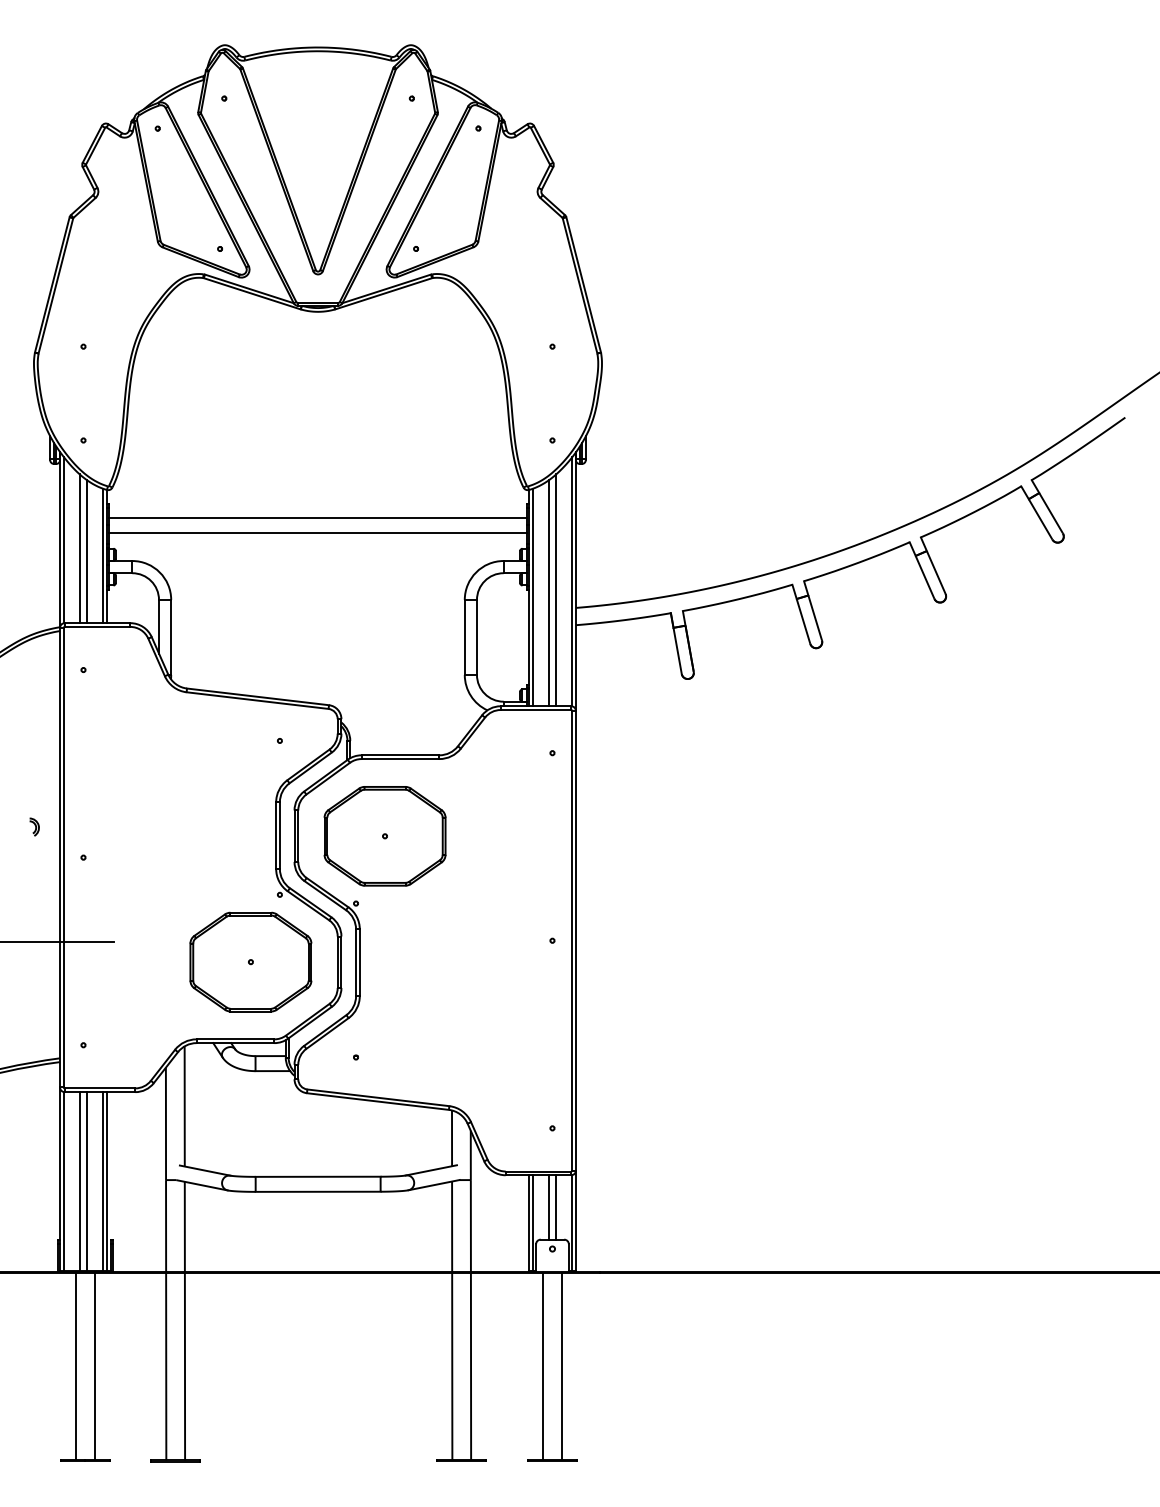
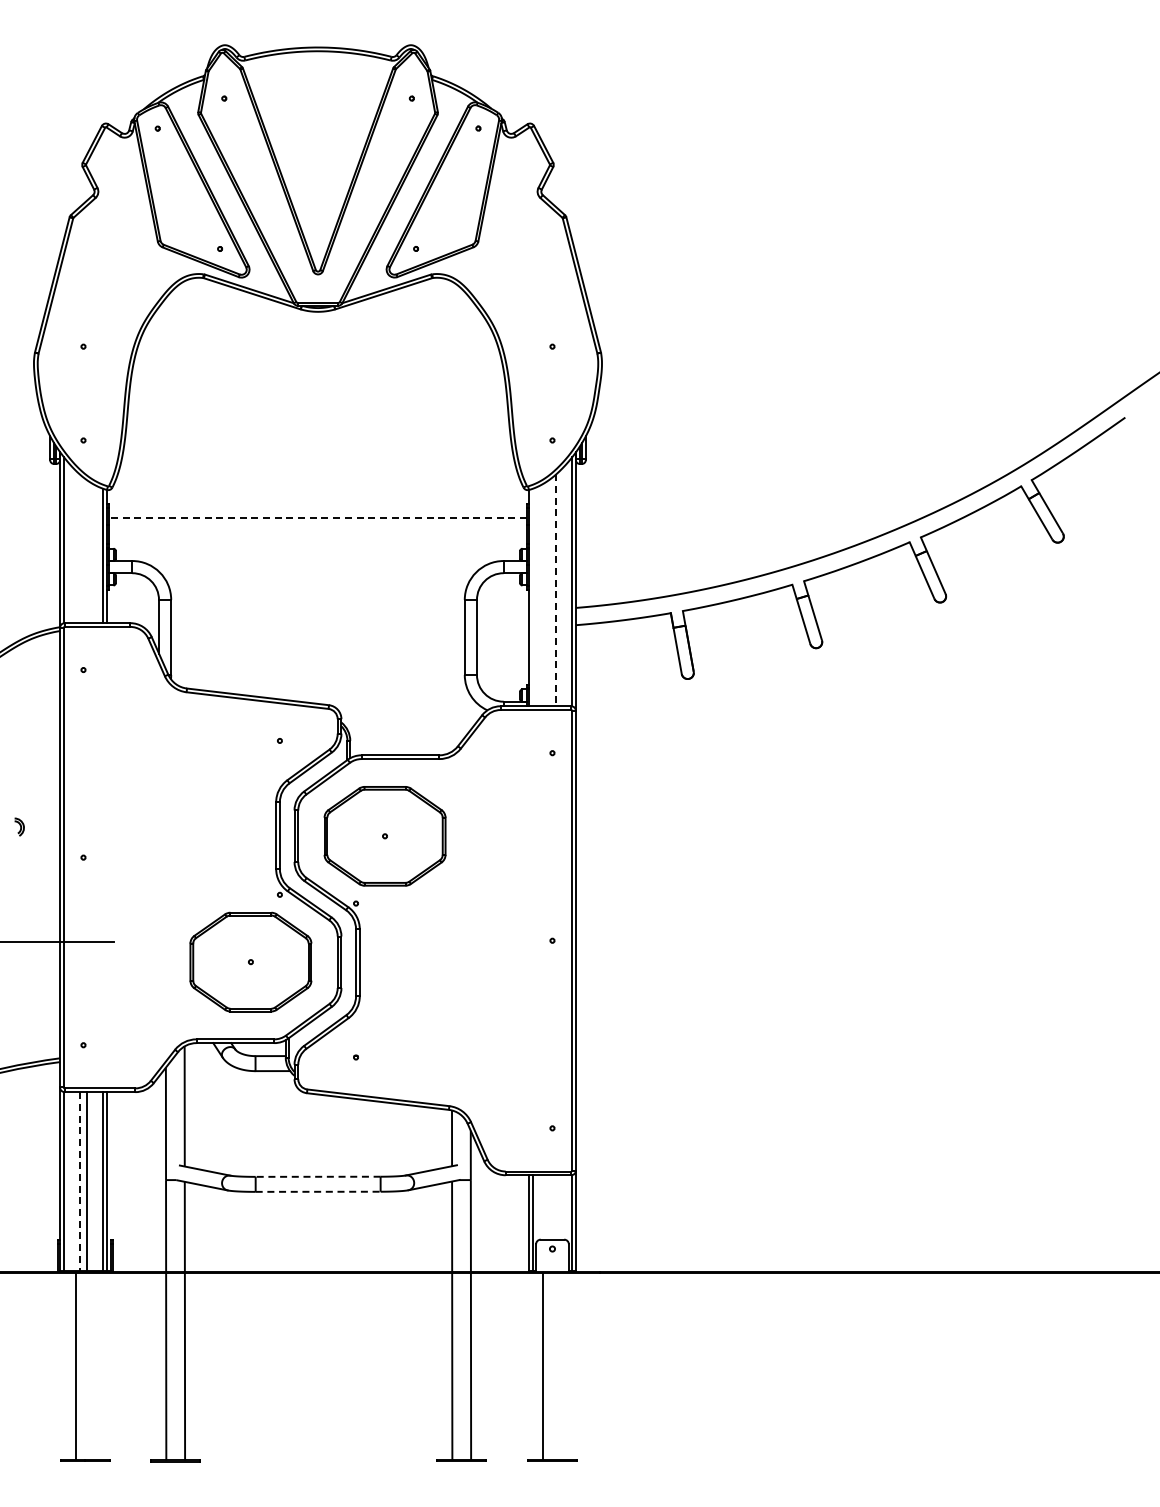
line at (317, 517): solid -> dashed
line at (317, 532): present -> none
line at (79, 548): present -> none
line at (87, 551): present -> none
line at (556, 590): solid -> dashed
line at (548, 593): present -> none
line at (532, 597): present -> none
part at (34, 826) position: (34, 826) -> (19, 826)
line at (317, 1176): solid -> dashed
line at (79, 1181): solid -> dashed
line at (318, 1191): solid -> dashed
line at (548, 1207): present -> none
line at (556, 1207): present -> none
line at (95, 1366): present -> none
line at (562, 1366): present -> none
